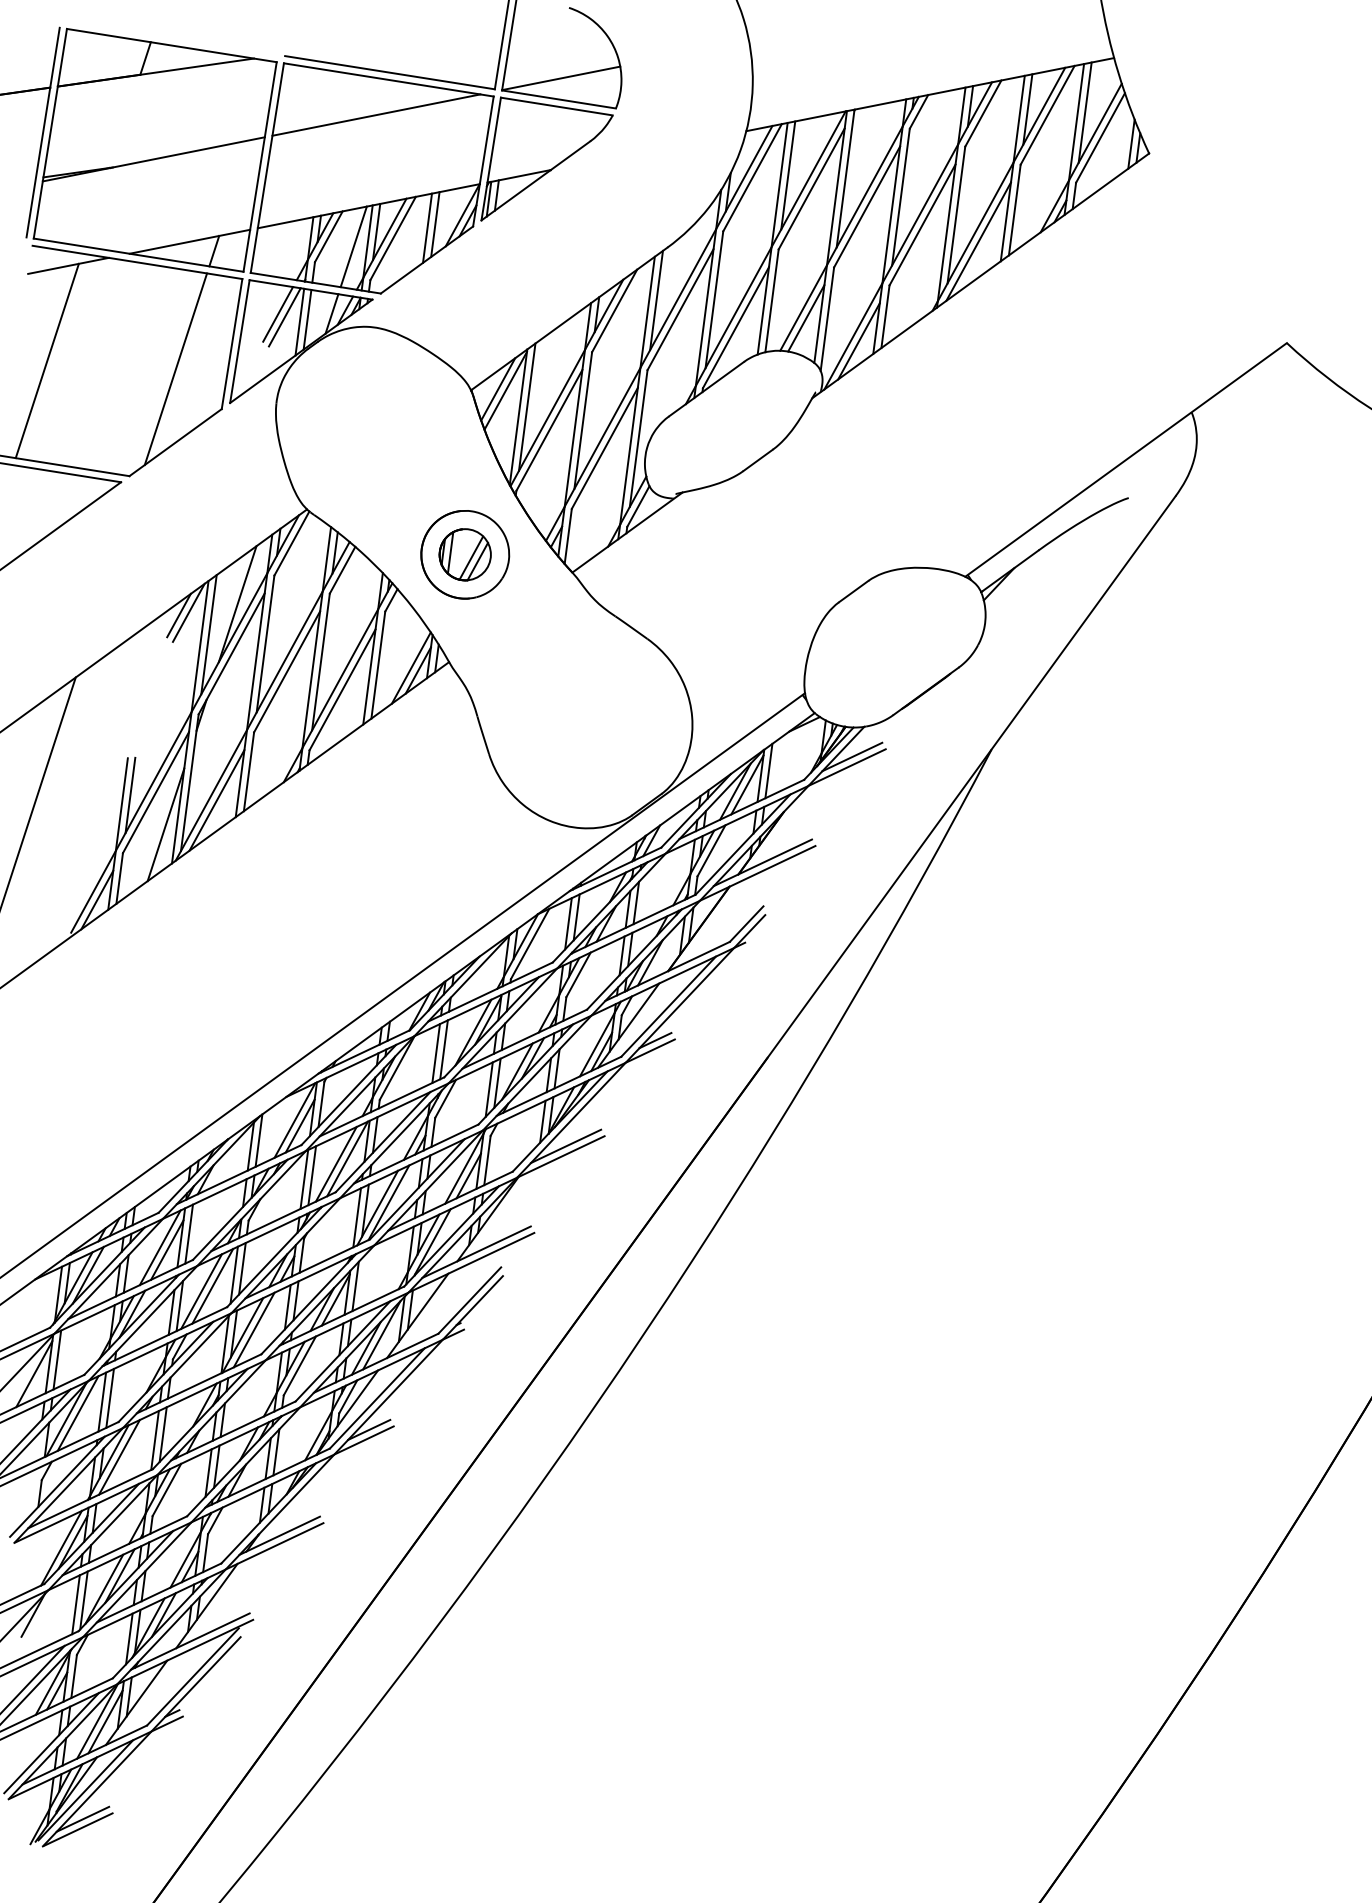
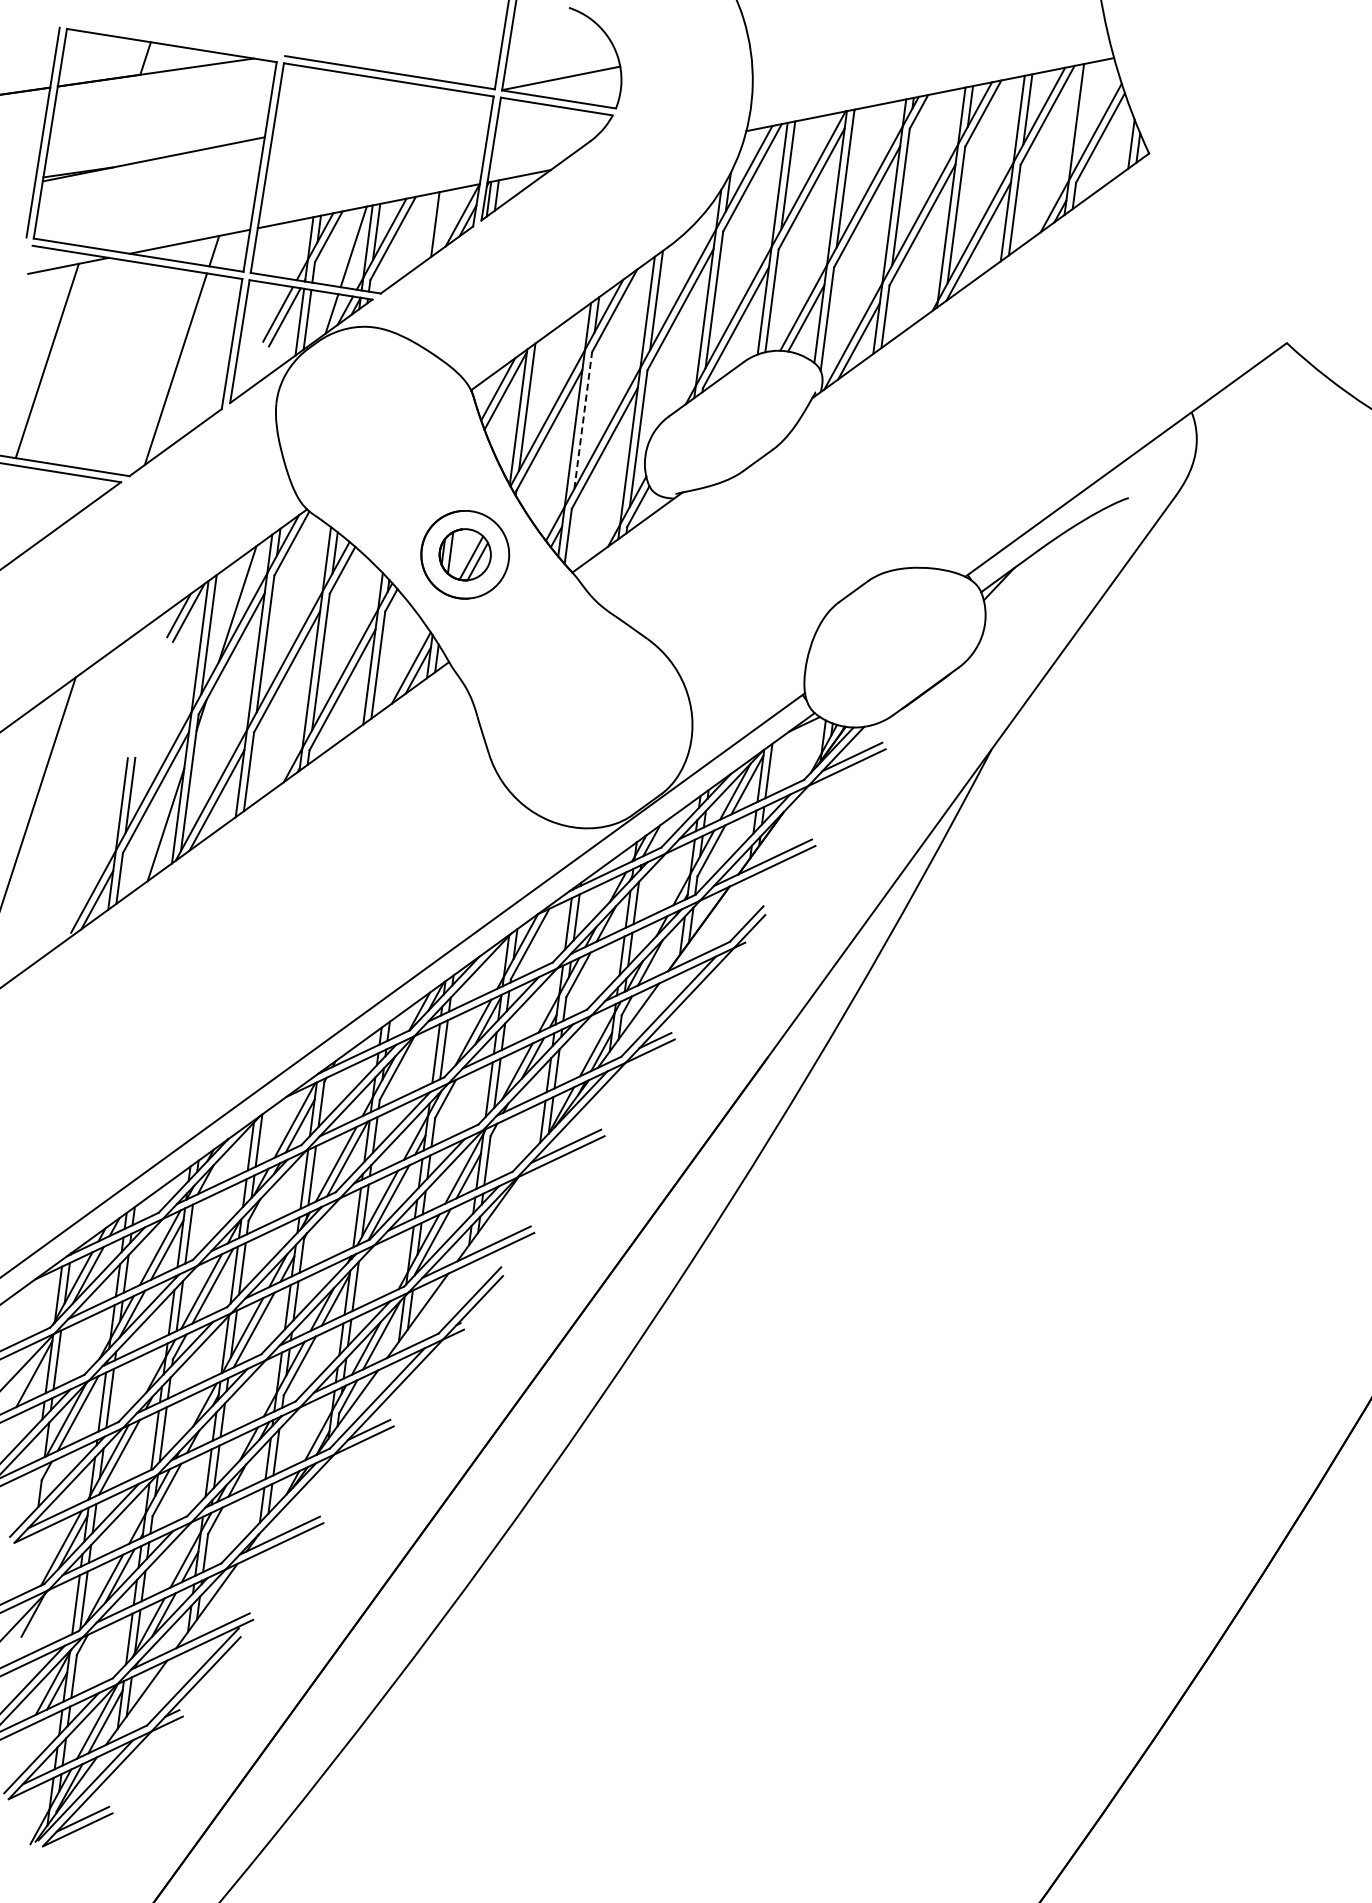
line at (1084, 112): present -> none
line at (376, 114): present -> none
line at (427, 227): present -> none
line at (583, 420): solid -> dashed
